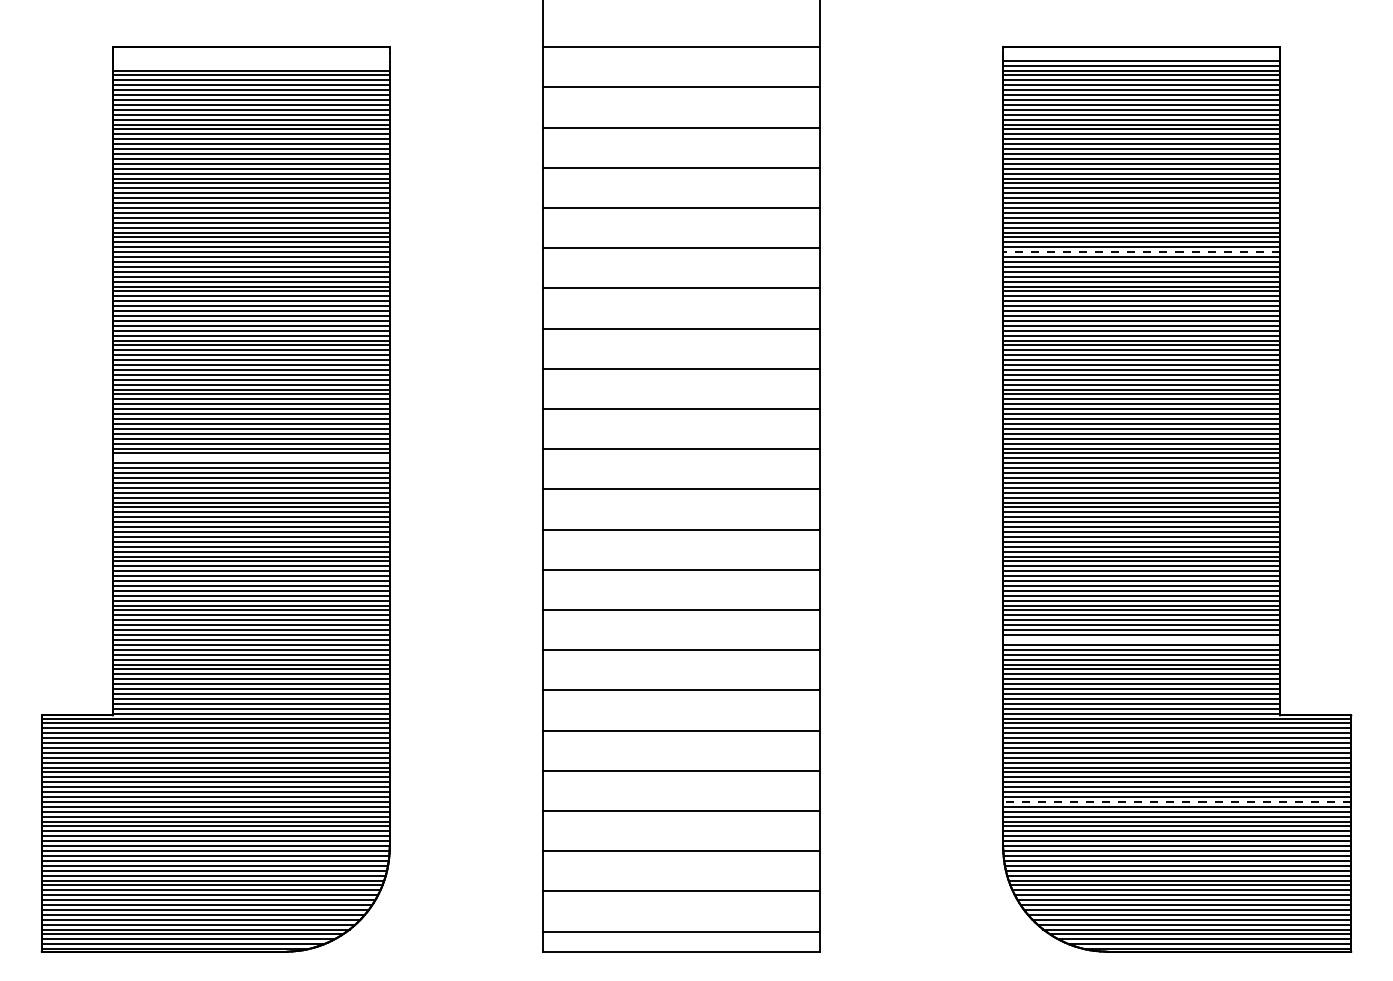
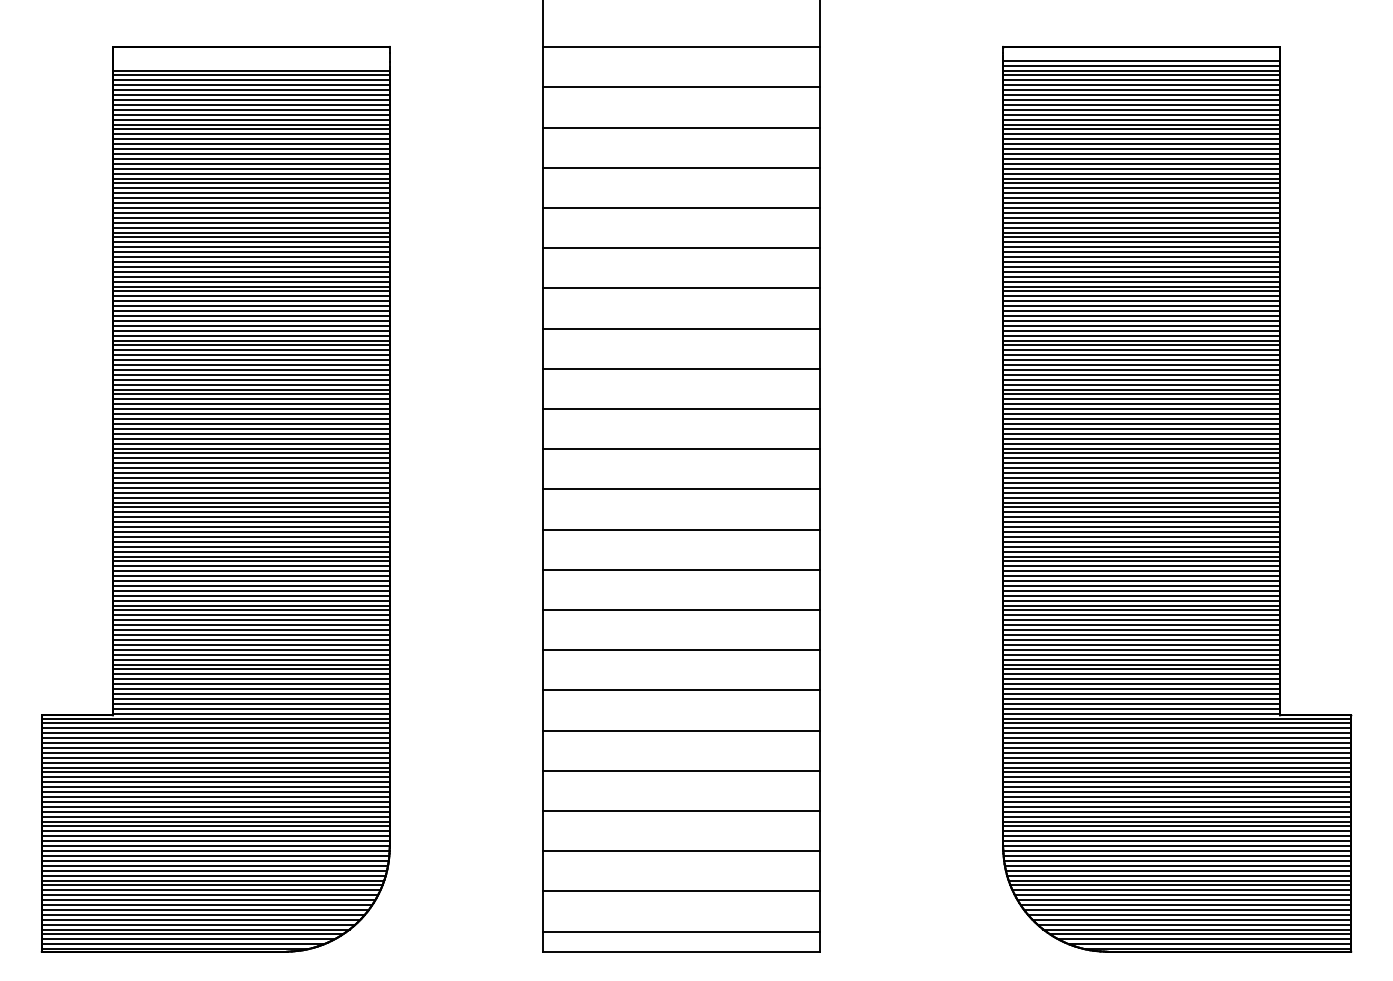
line at (1141, 252): dashed -> solid
line at (251, 458): none -> present
line at (1141, 640): none -> present
line at (1177, 801): dashed -> solid
